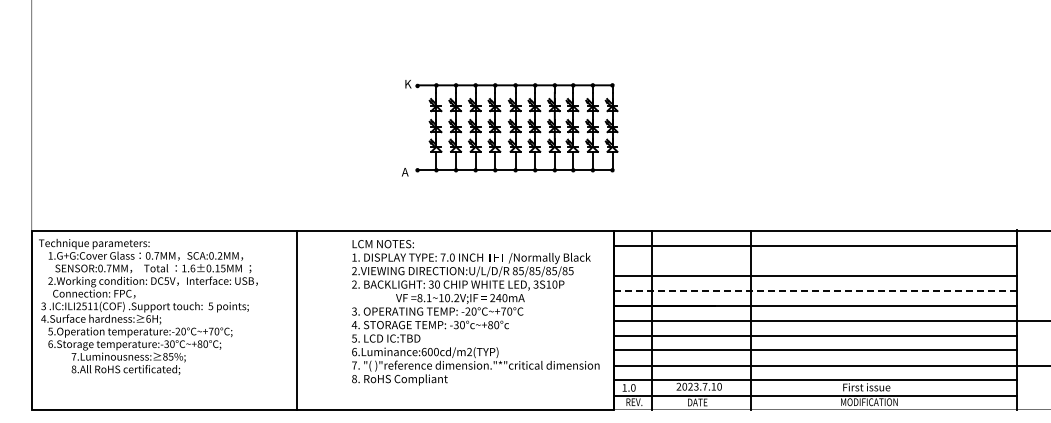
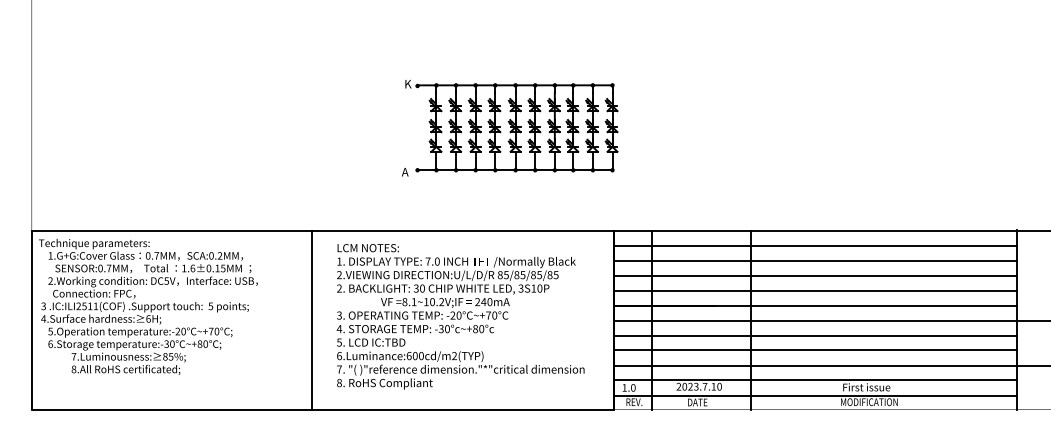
line at (815, 260): none -> present
line at (815, 290): dashed -> solid
text at (475, 312) position: (475, 312) -> (460, 316)
line at (297, 319) position: (297, 319) -> (312, 319)
